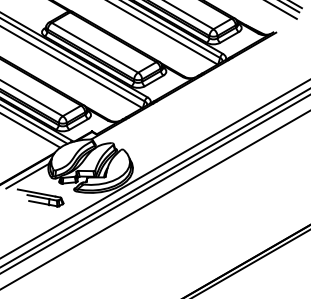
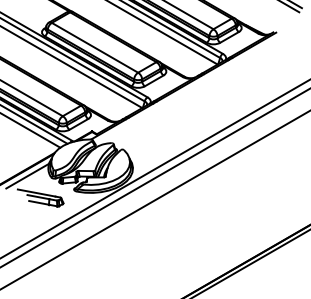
line at (282, 10): present -> none
line at (154, 184): present -> none
